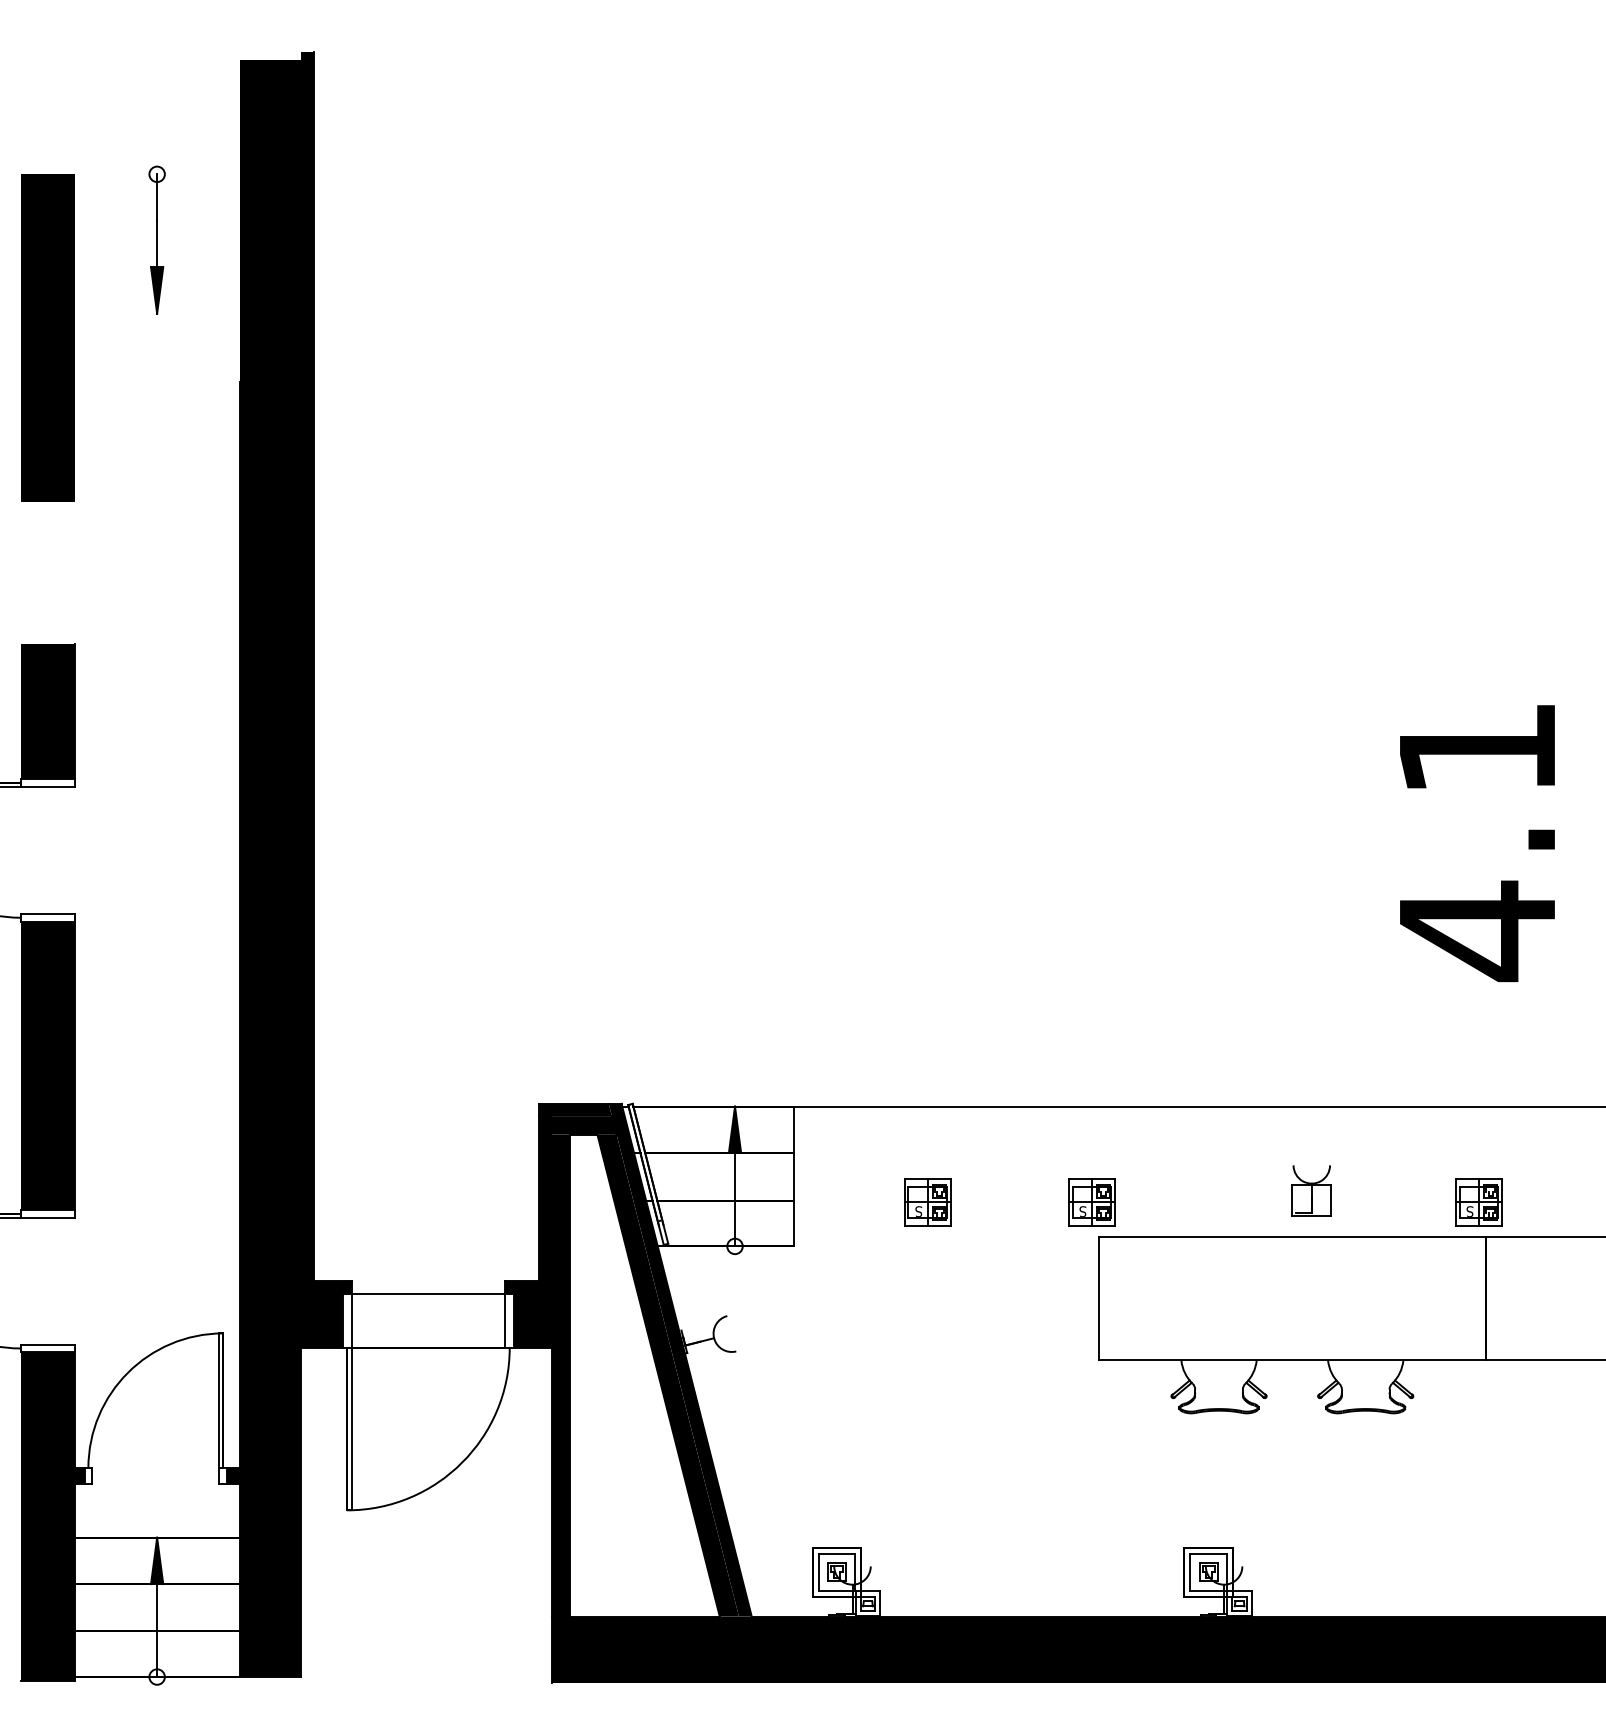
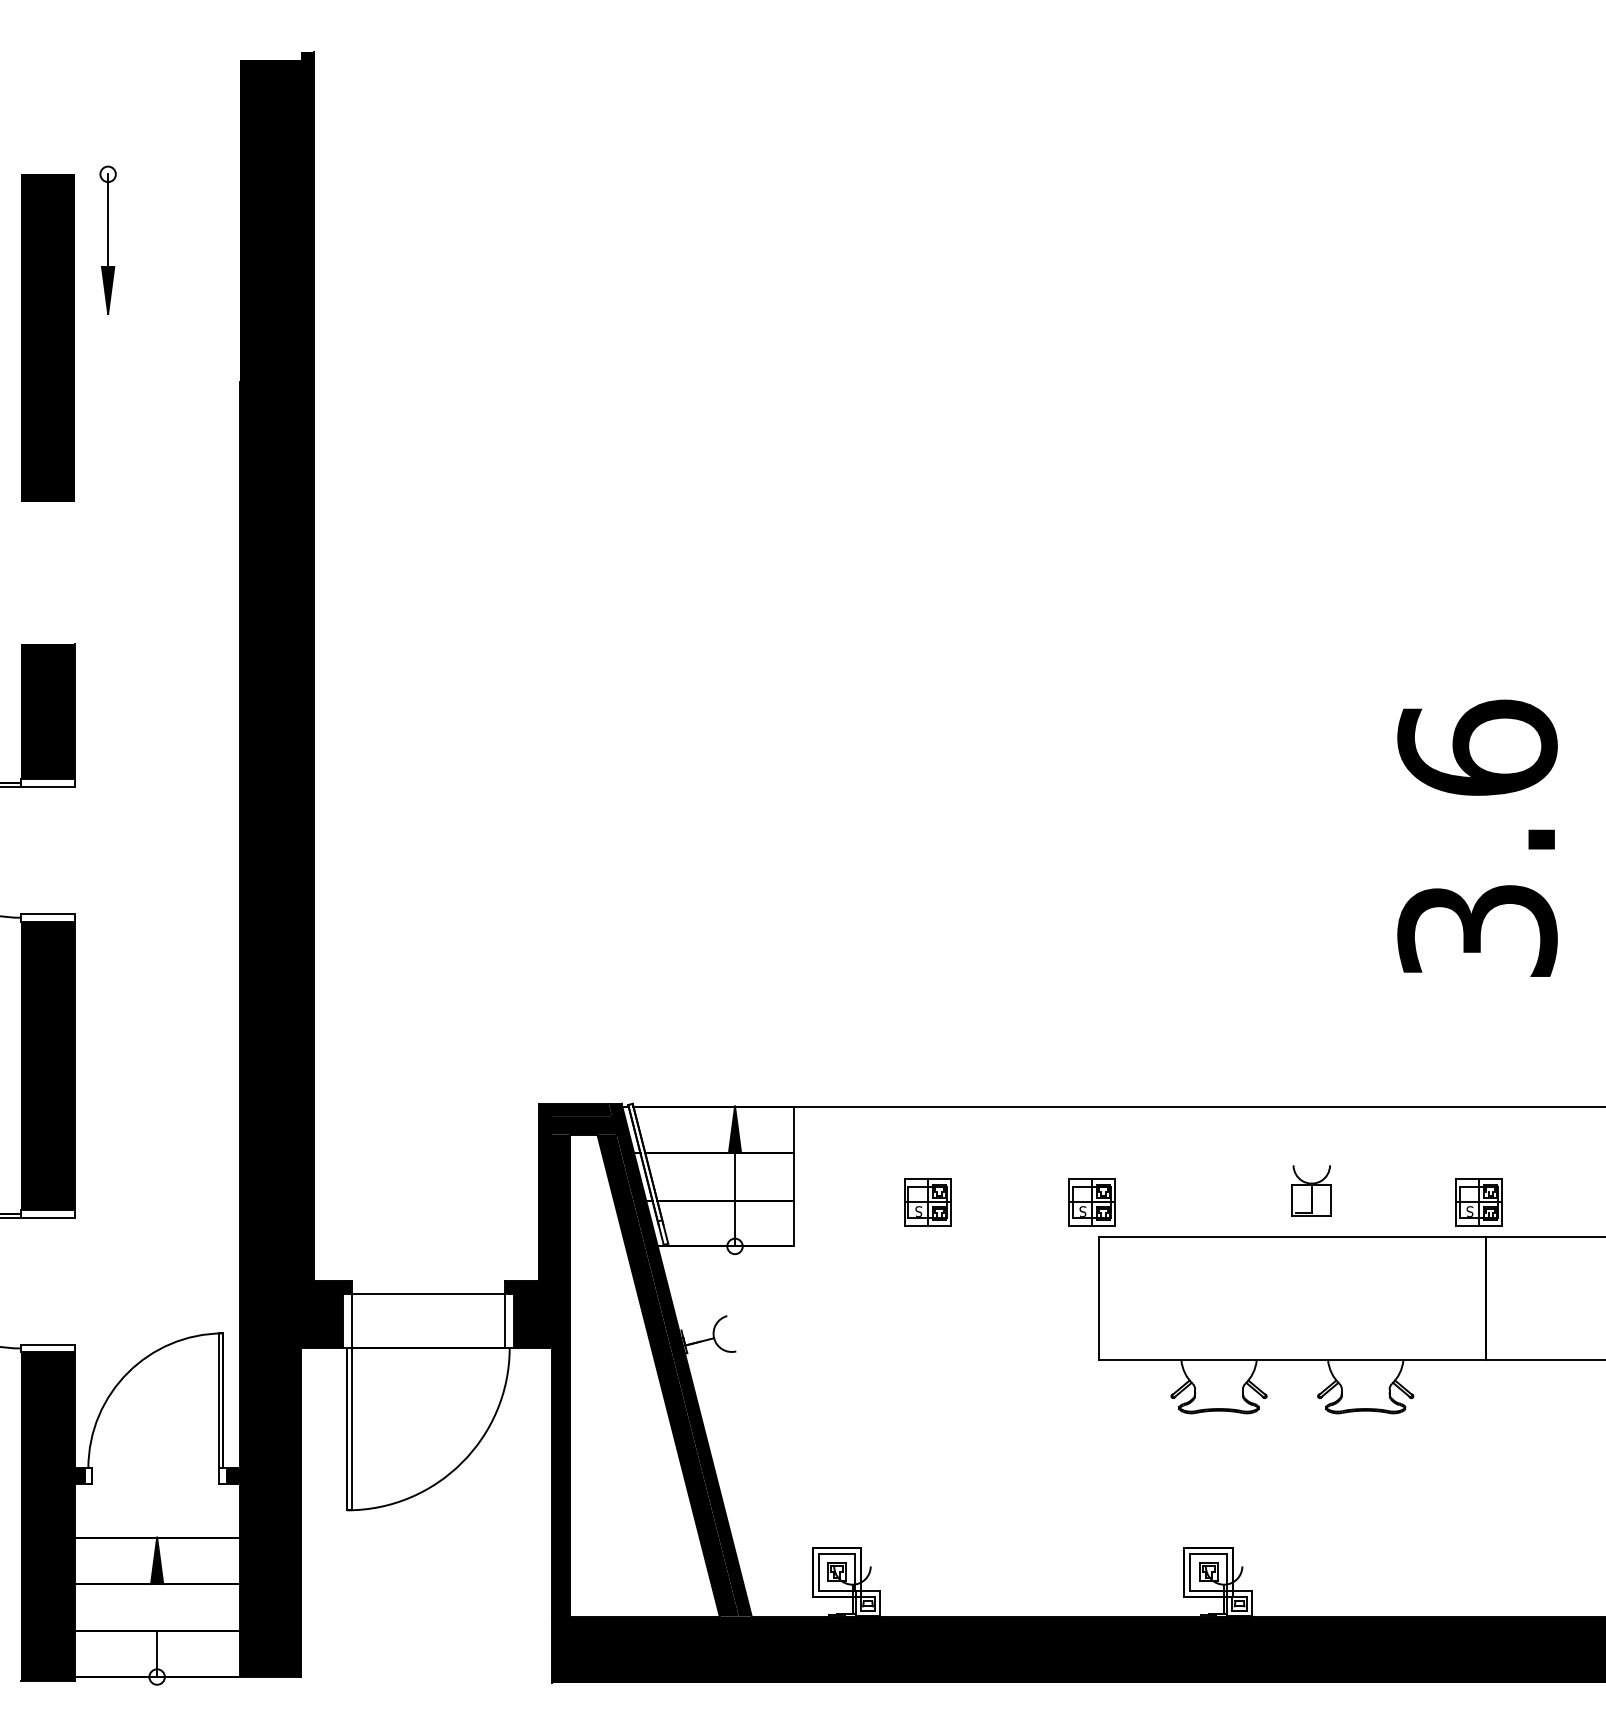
part at (156, 239) position: (156, 239) -> (107, 239)
text at (1477, 840): 4.1 -> 3.6
line at (157, 1607): present -> none
